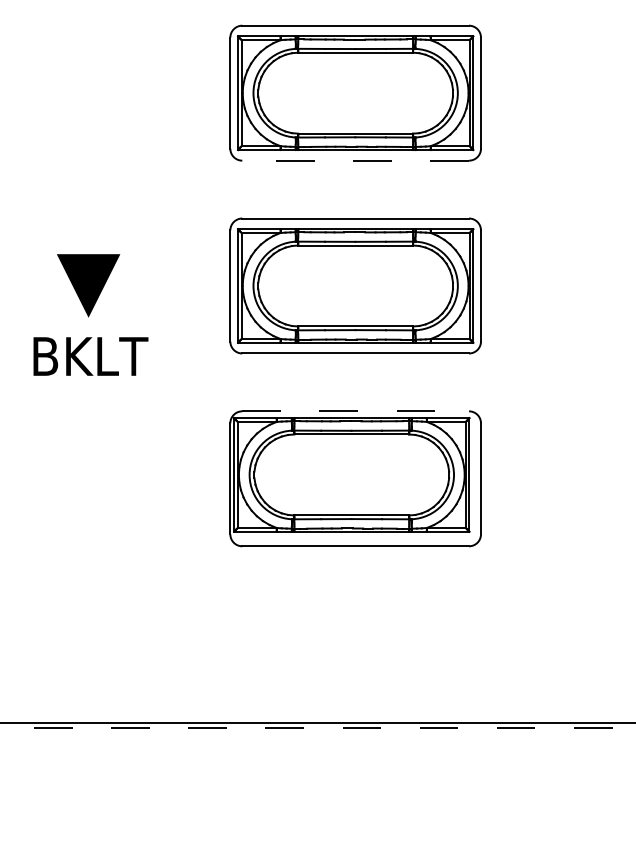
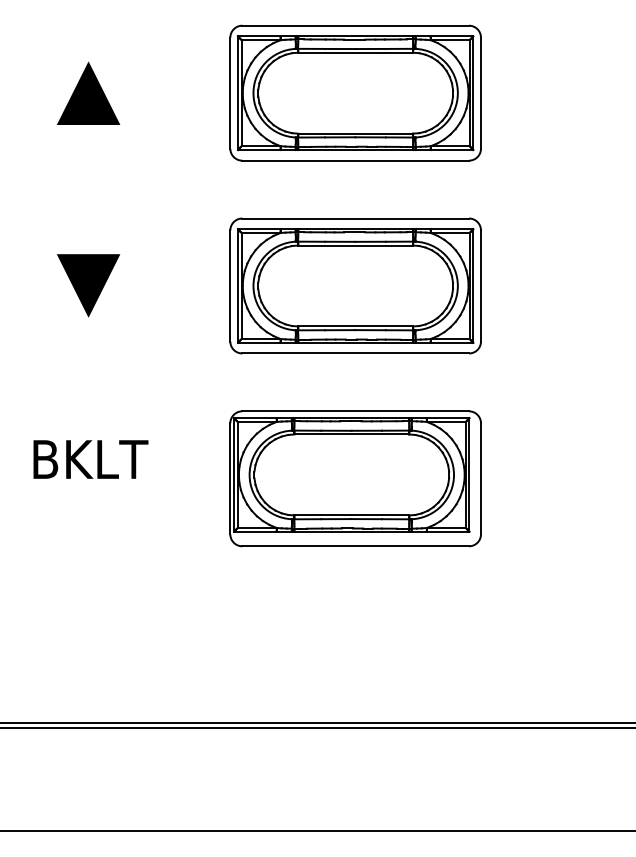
part at (88, 92): none -> present
line at (355, 160): dashed -> solid
text at (90, 356) position: (90, 356) -> (90, 459)
line at (356, 411): dashed -> solid
line at (317, 727): dashed -> solid
line at (317, 831): none -> present
